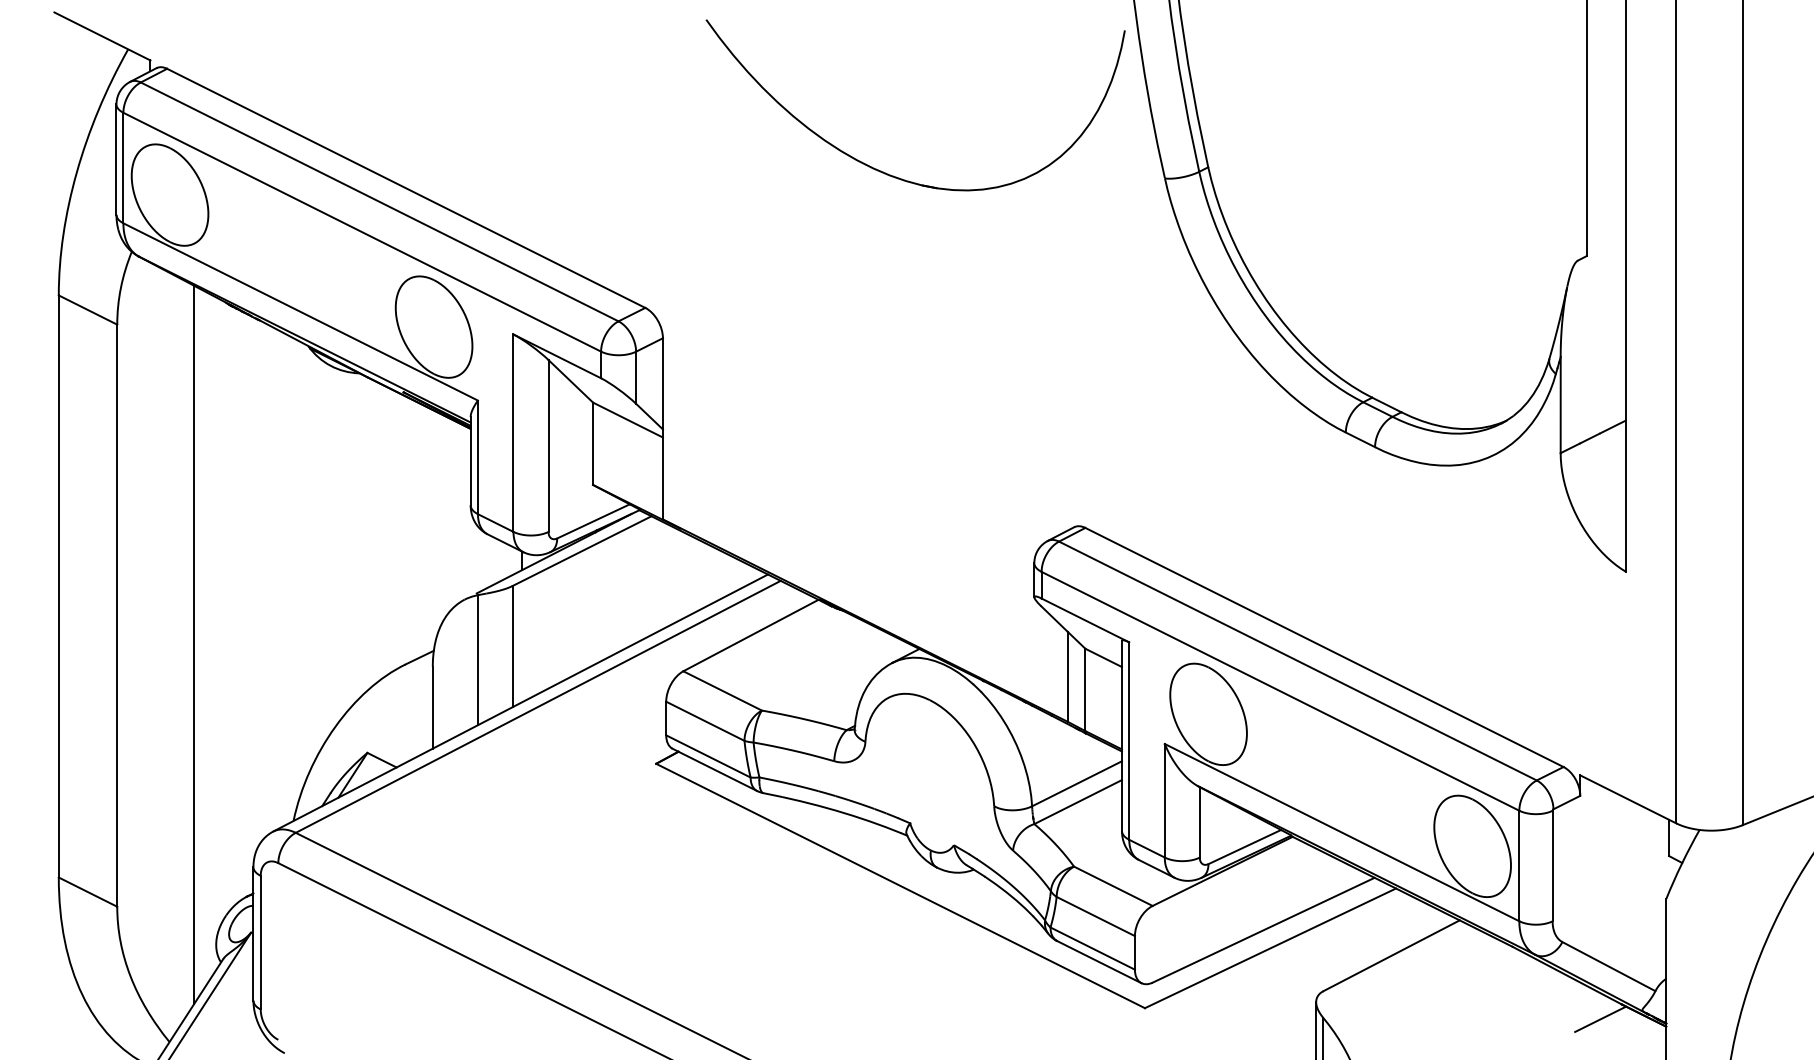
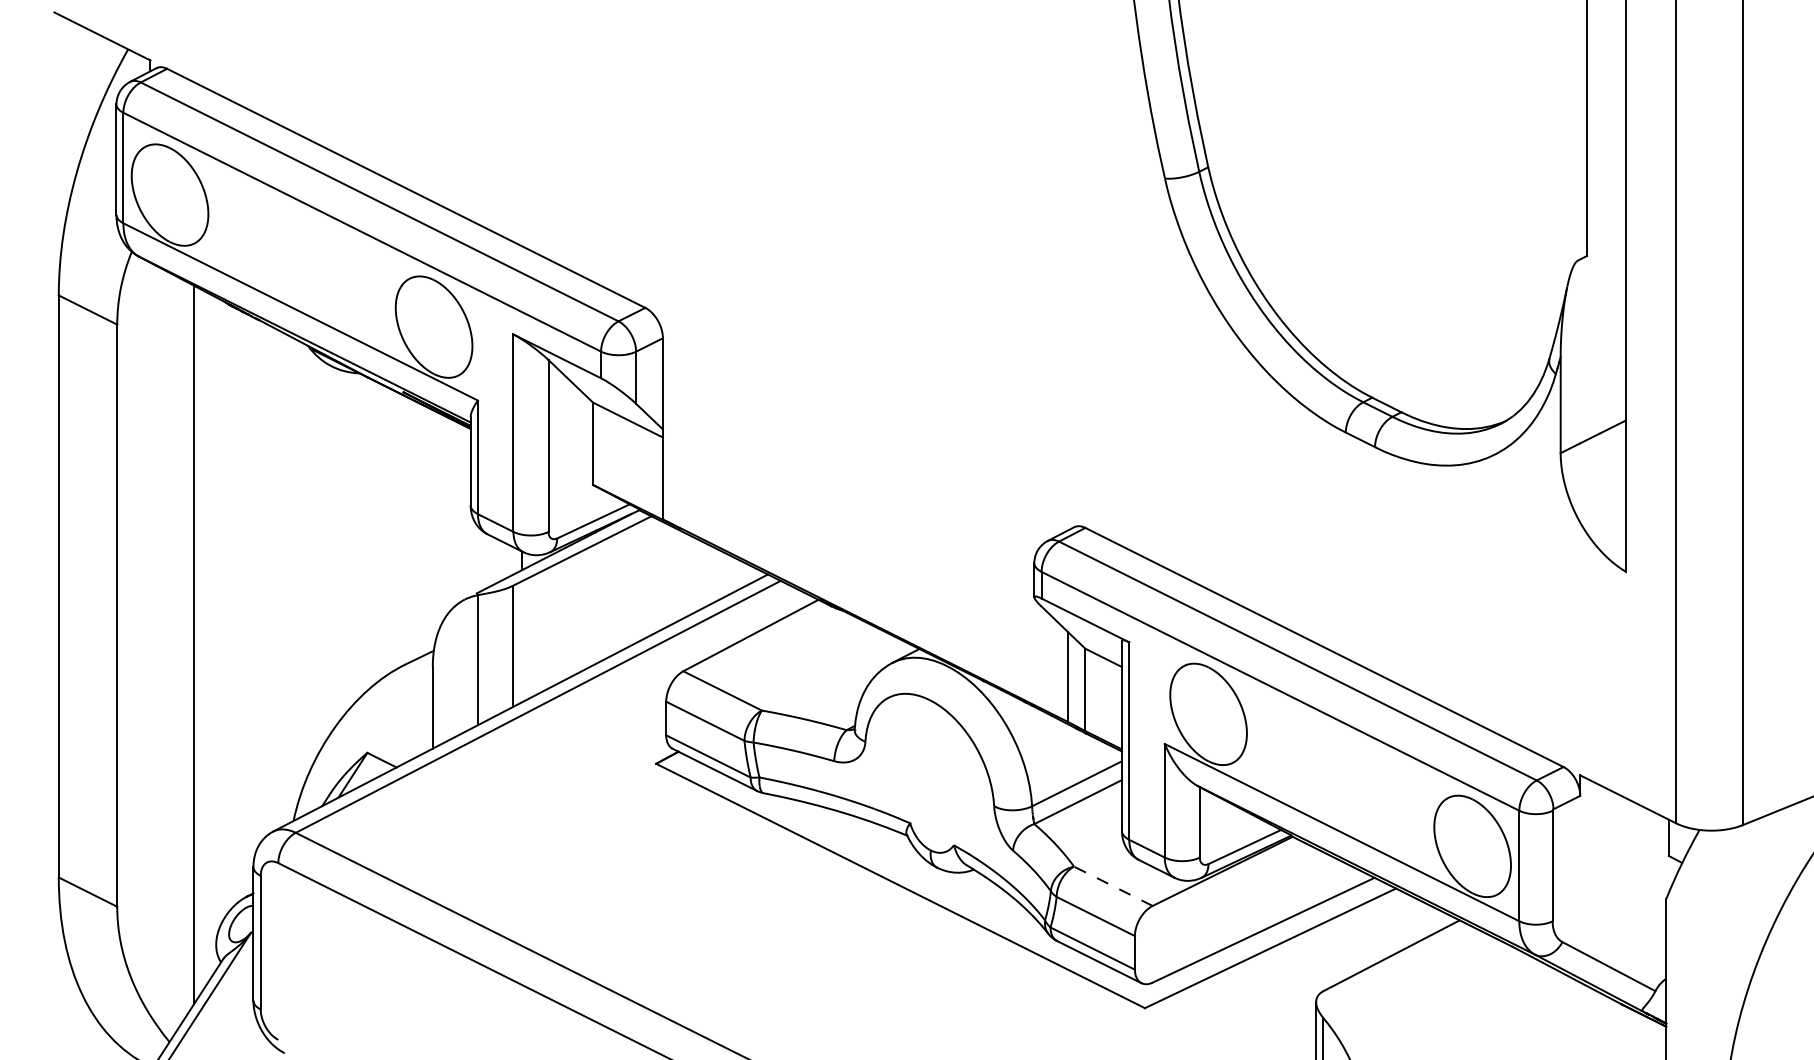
part at (888, 173): present -> none
line at (1113, 886): solid -> dashed
line at (1600, 1018): present -> none
